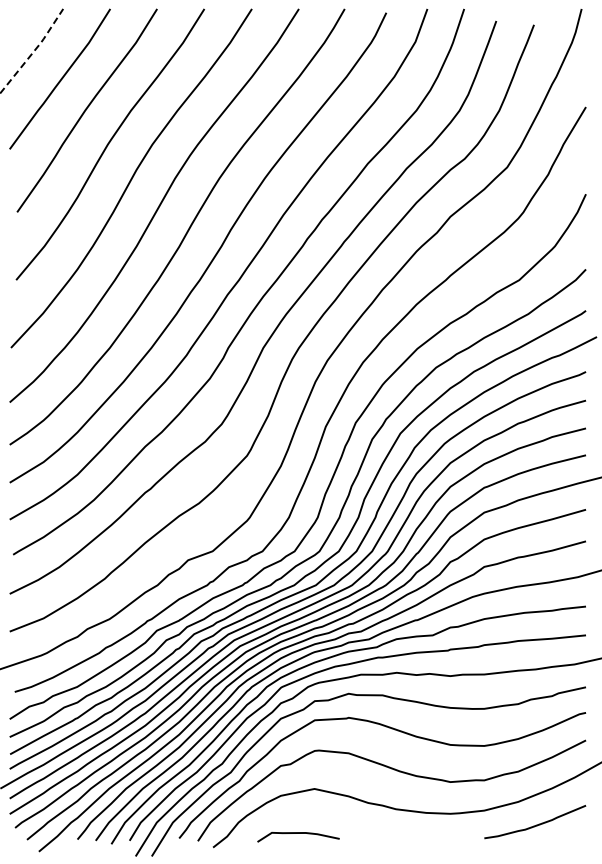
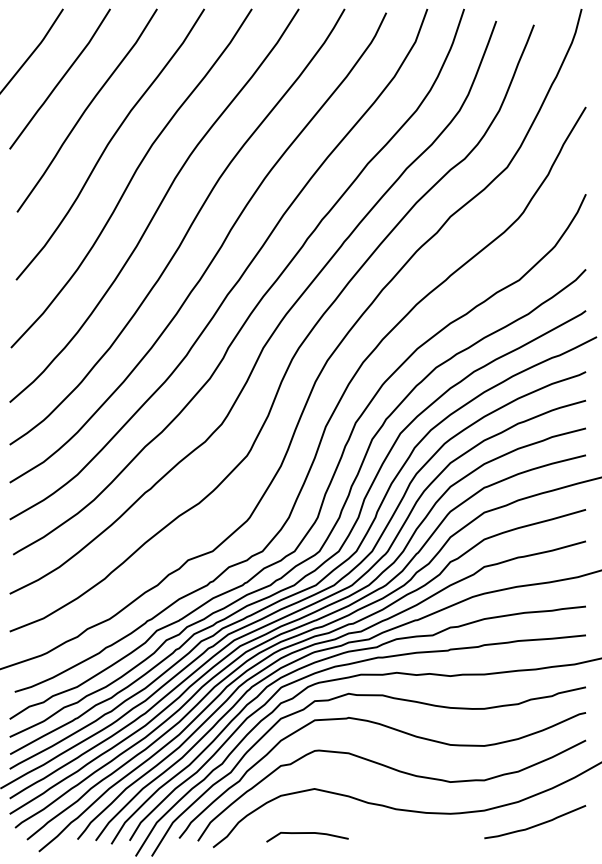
line at (34, 51): dashed -> solid
curve at (298, 833) position: (298, 833) -> (307, 833)
